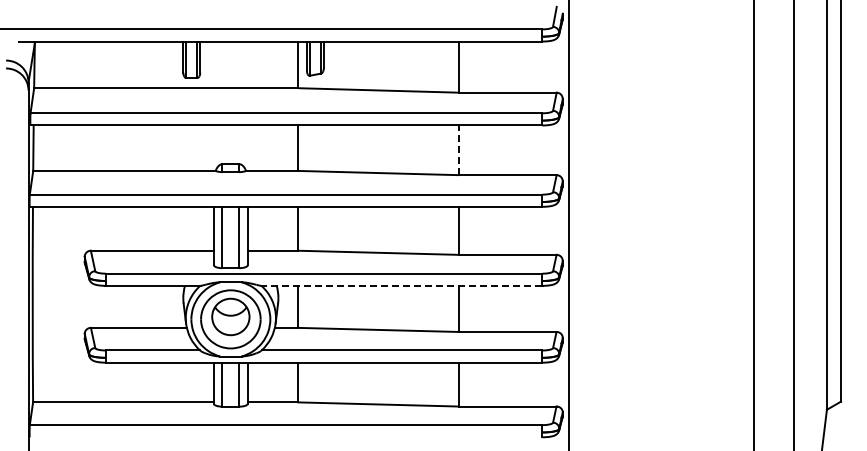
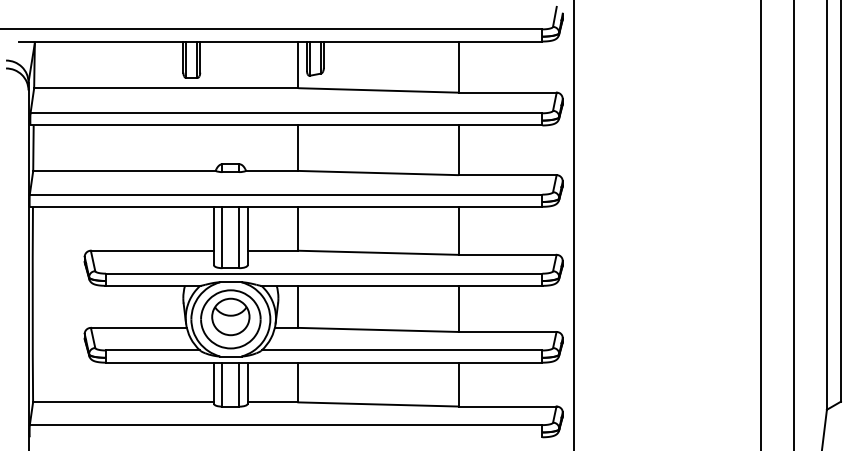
line at (458, 150): dashed -> solid
line at (569, 224) position: (569, 224) -> (574, 224)
line at (754, 224) position: (754, 224) -> (761, 224)
line at (401, 285): dashed -> solid
